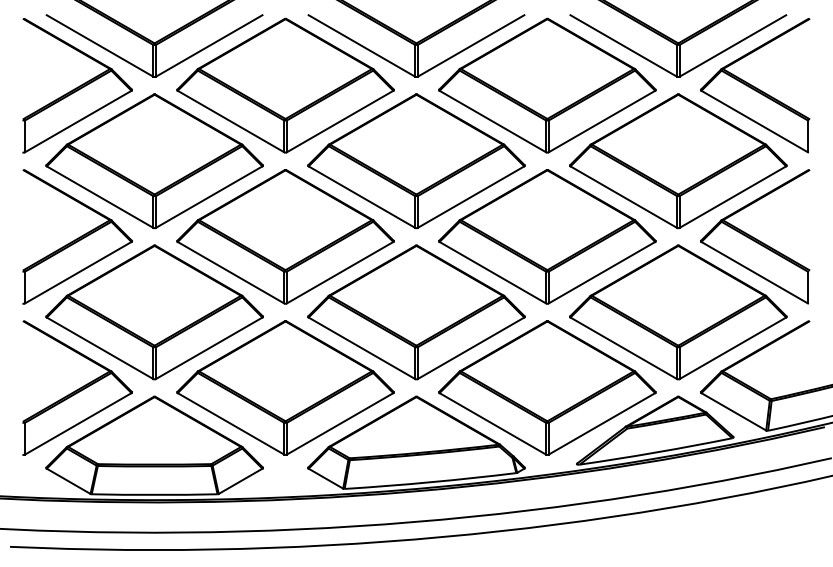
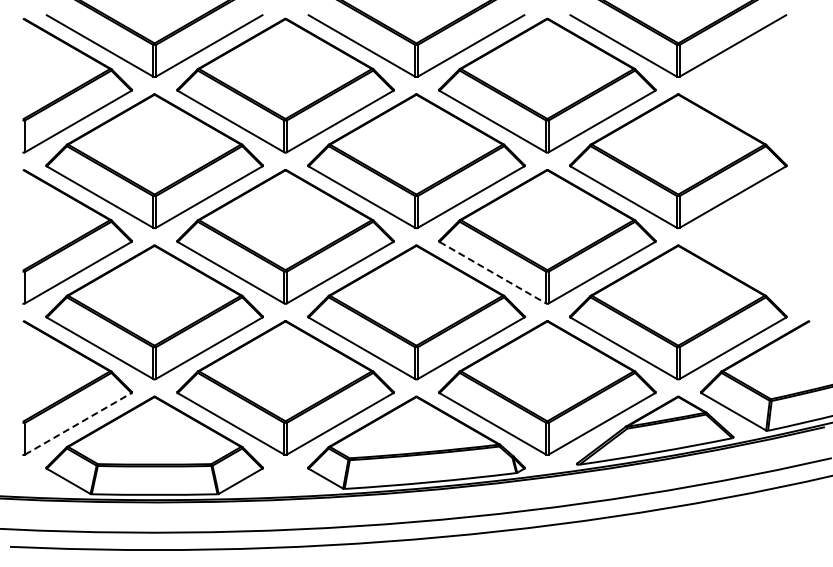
part at (755, 85): present -> none
part at (755, 236): present -> none
line at (492, 272): solid -> dashed
line at (78, 423): solid -> dashed
